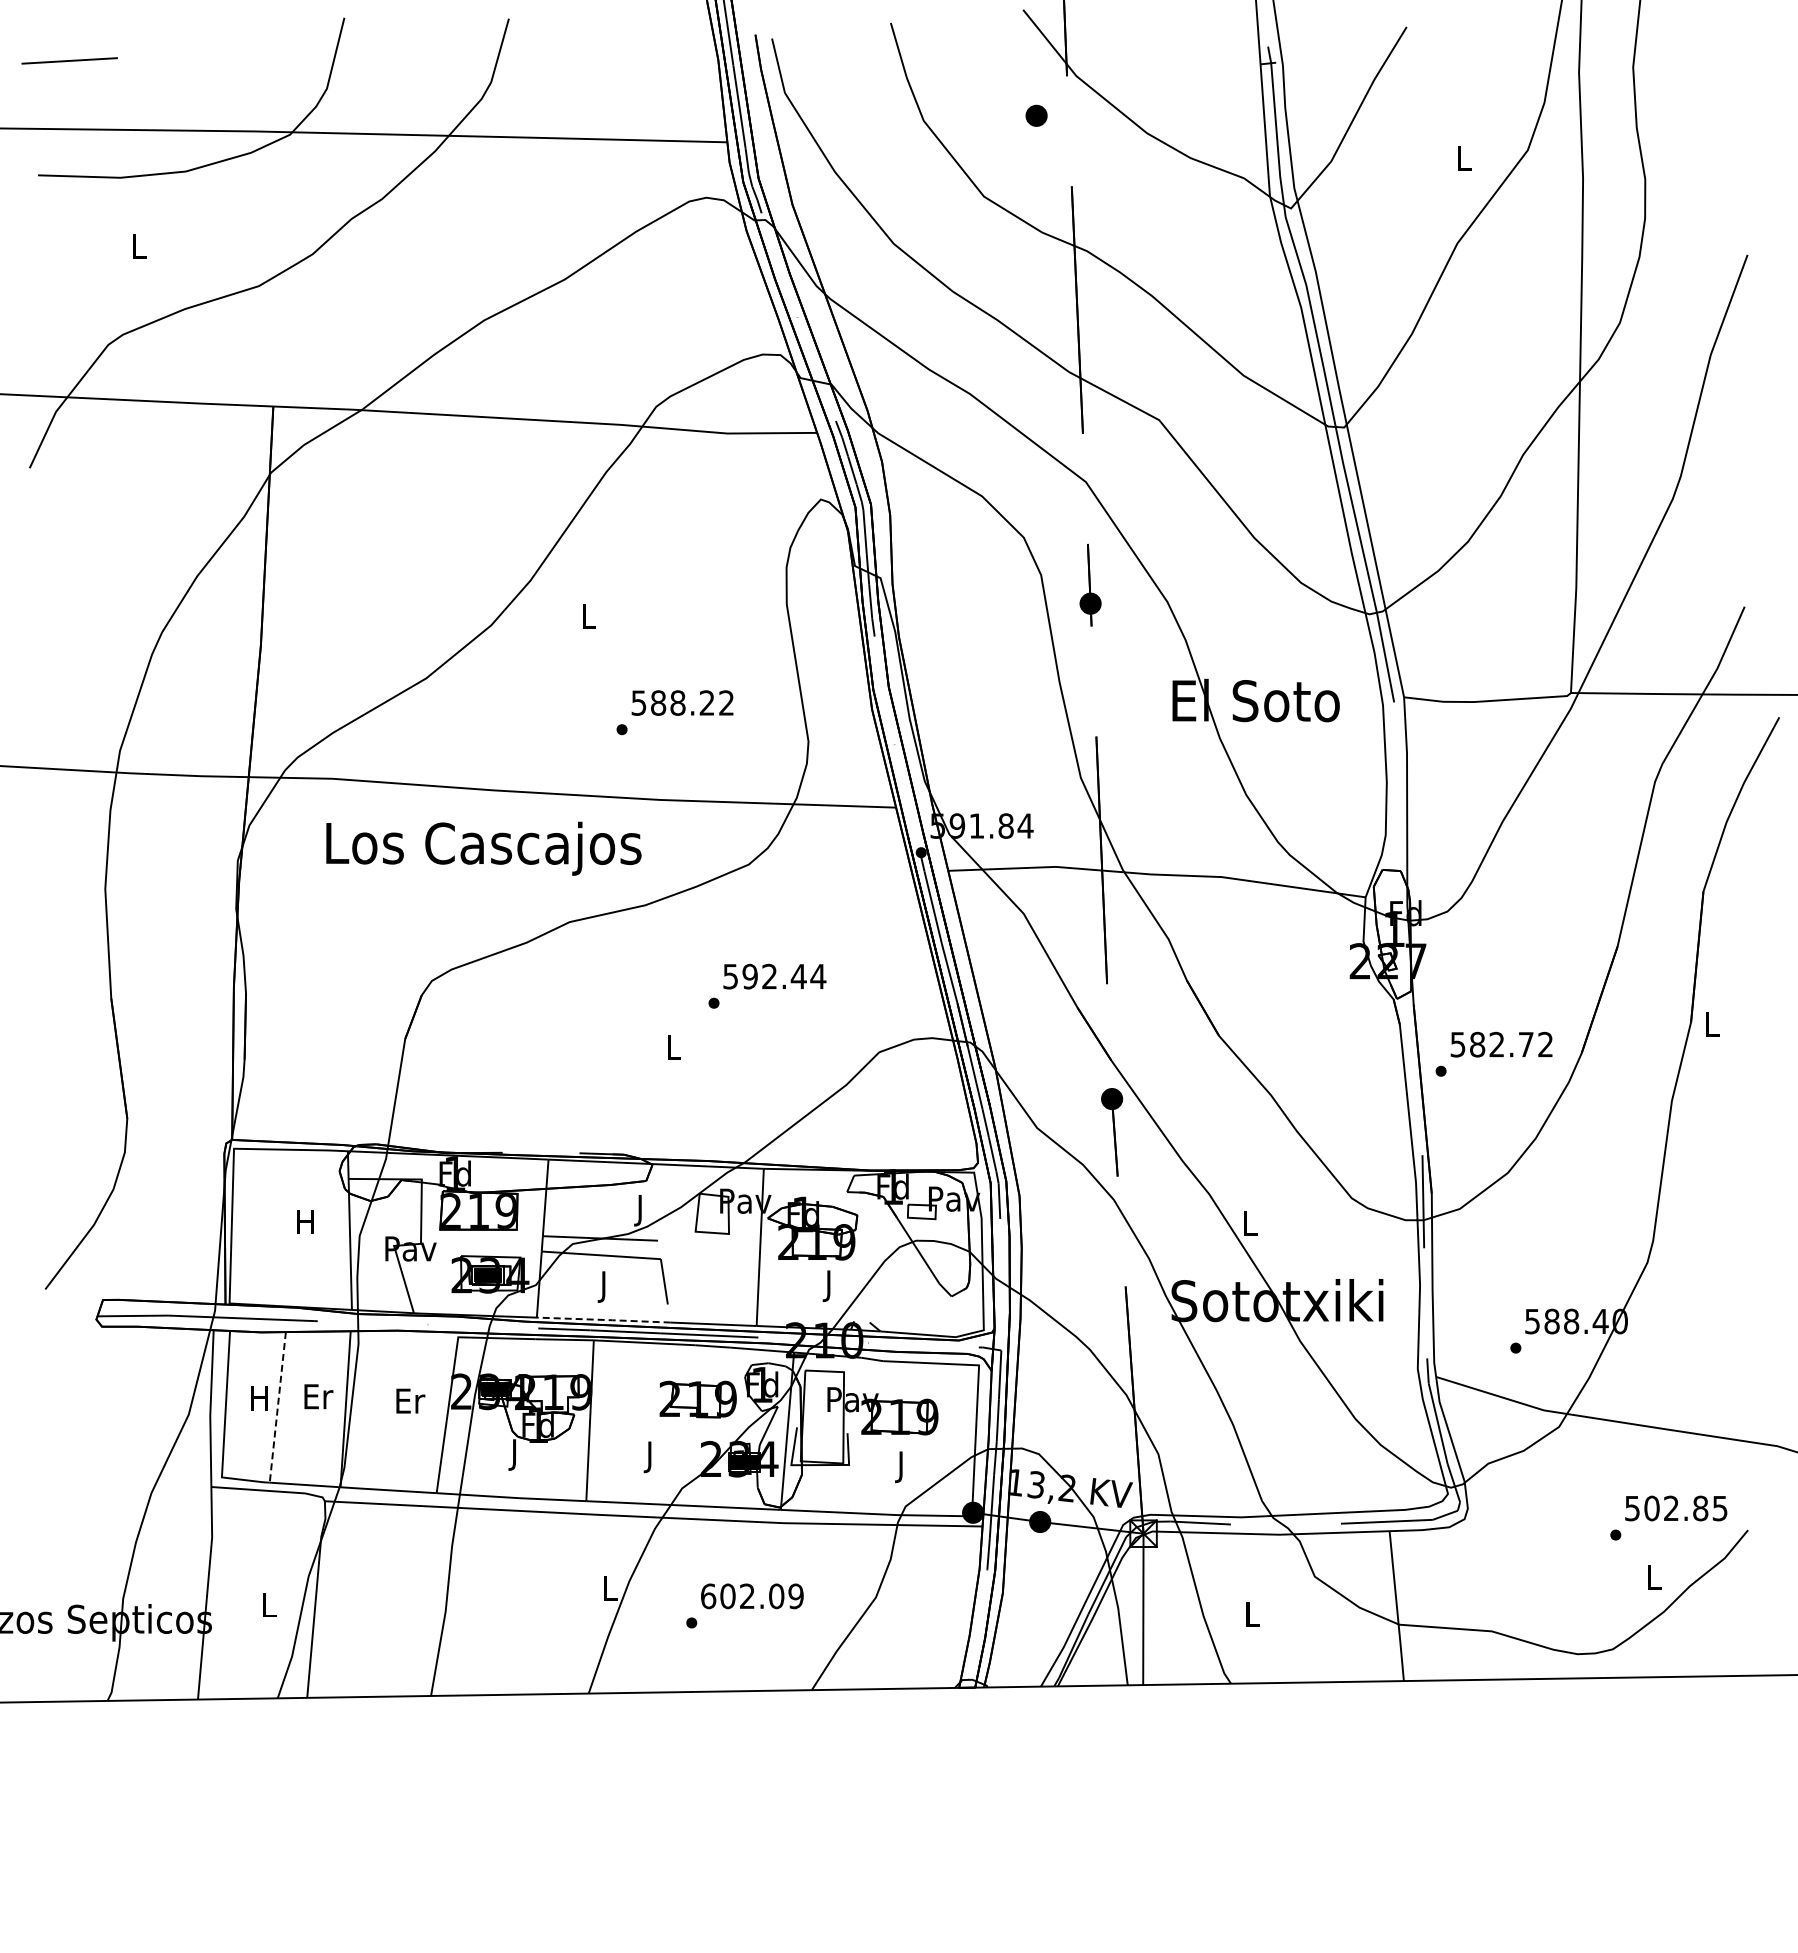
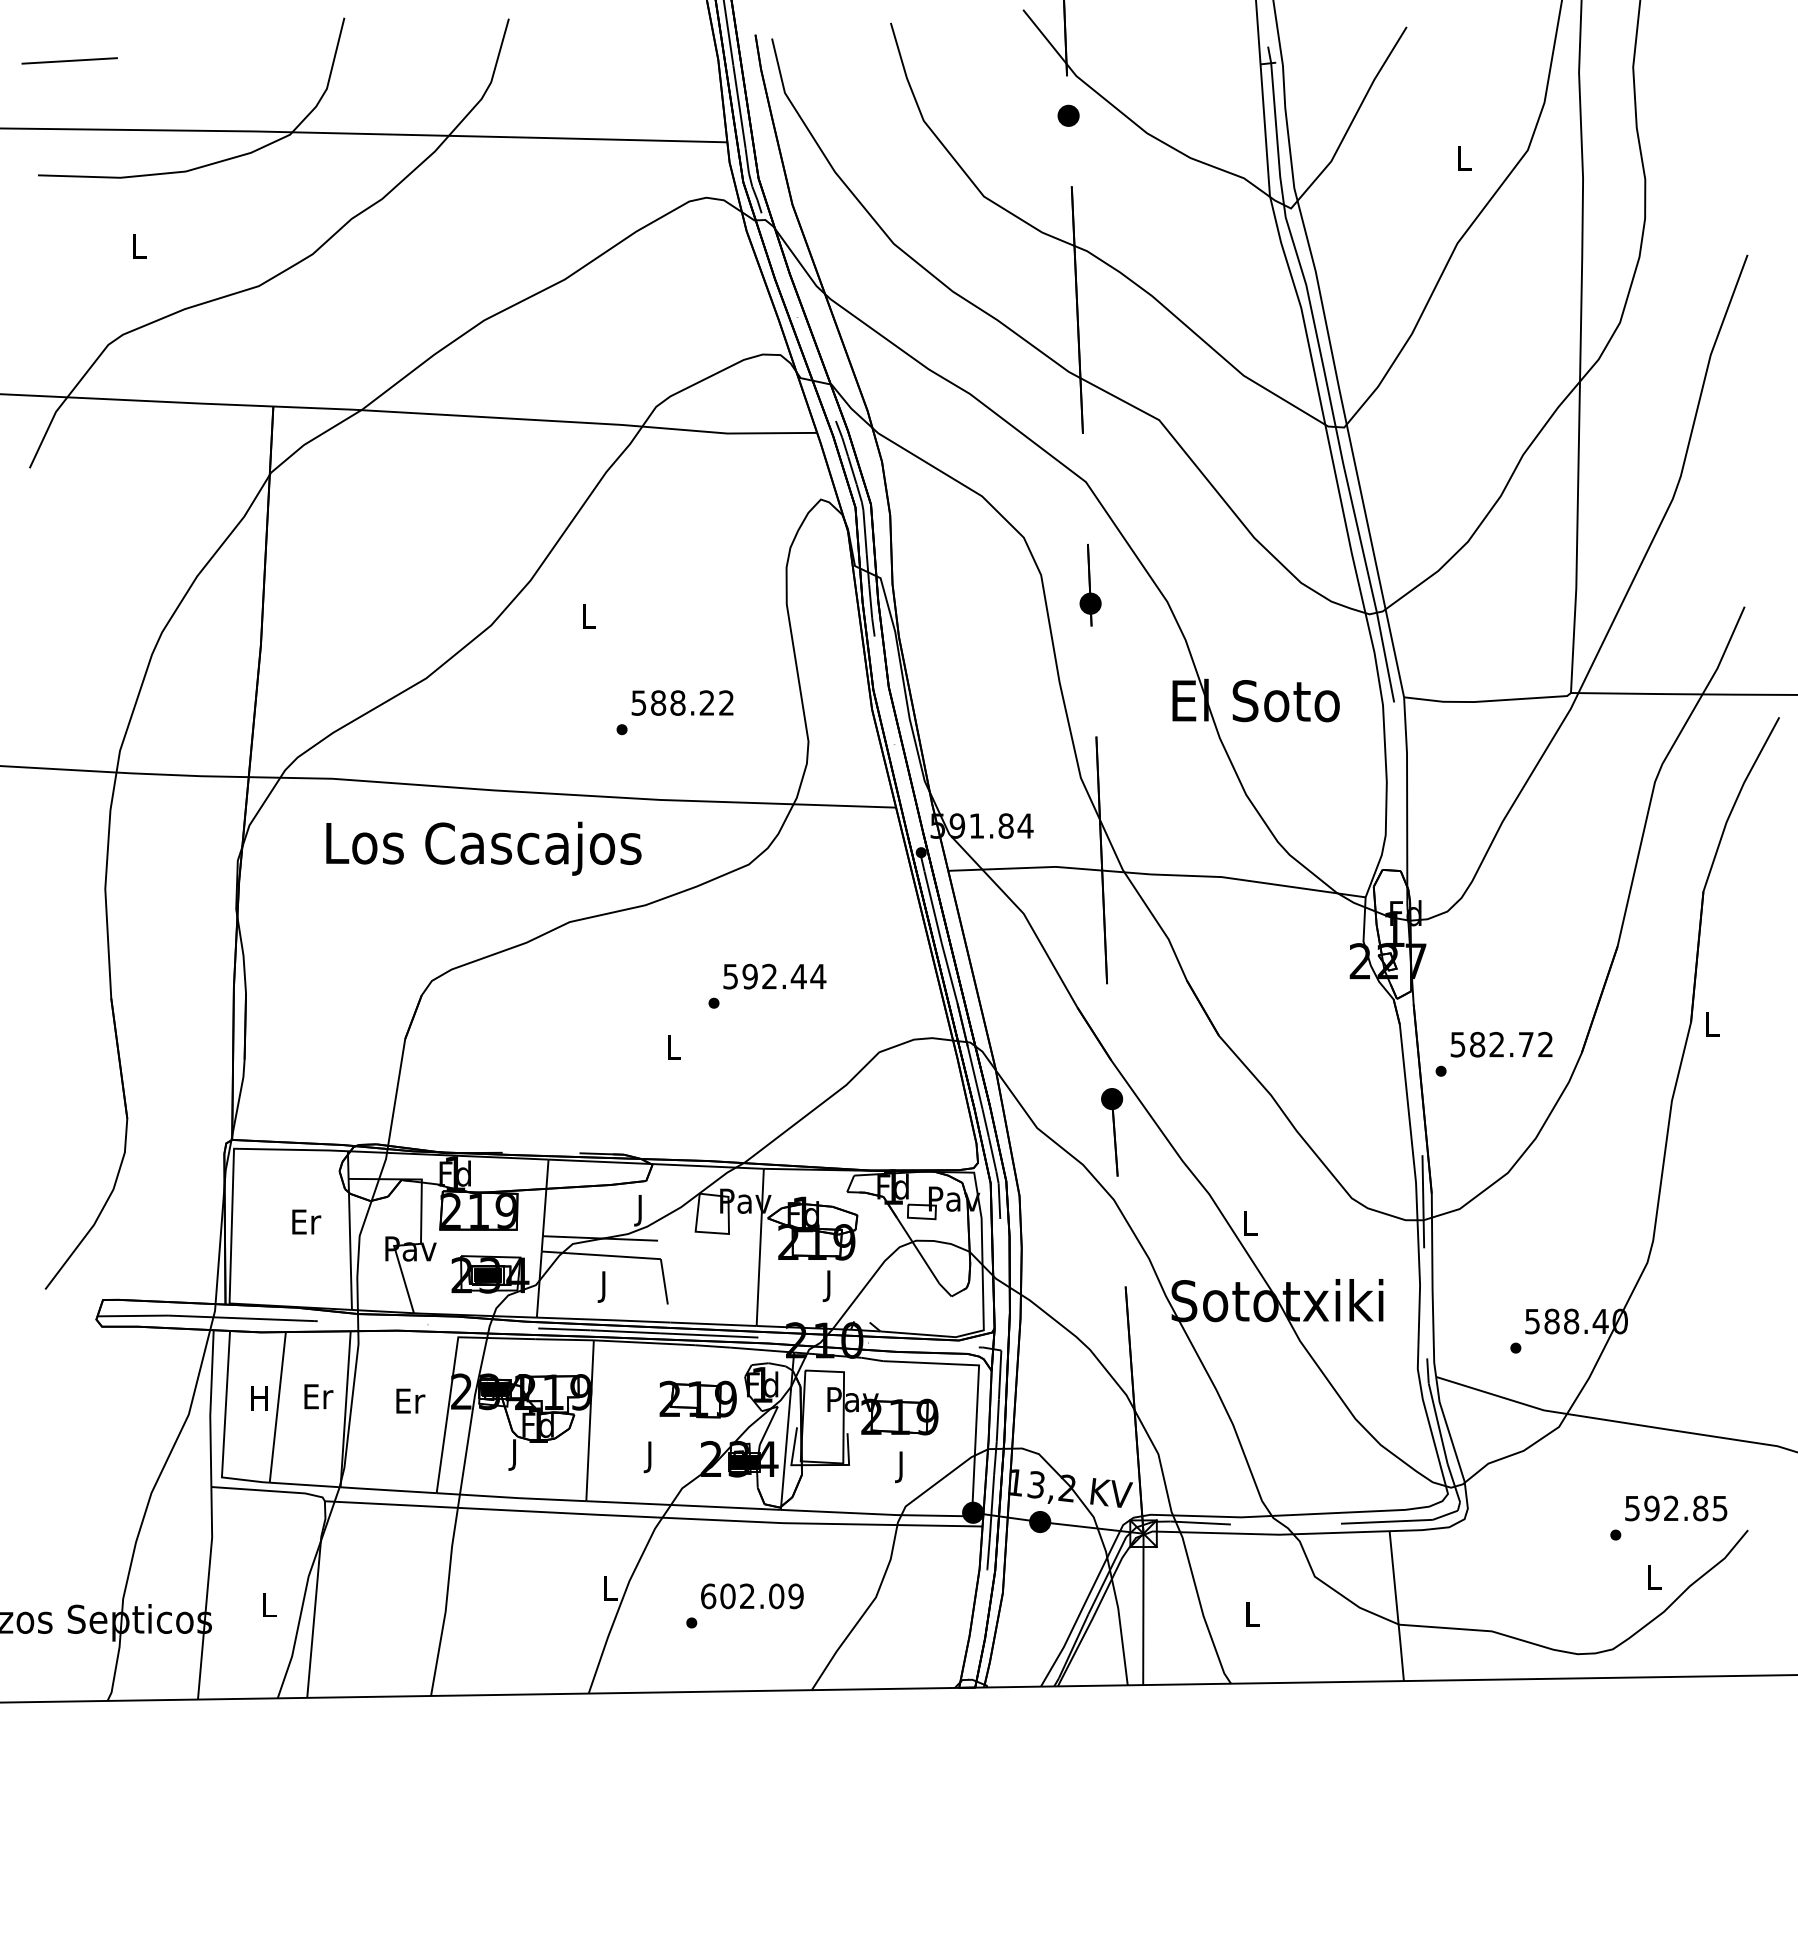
part at (1036, 115) position: (1036, 115) -> (1068, 115)
text at (306, 1221): H -> Er
line at (604, 1319): dashed -> solid
line at (277, 1407): dashed -> solid
text at (1651, 1508): 502.85 -> 592.85
